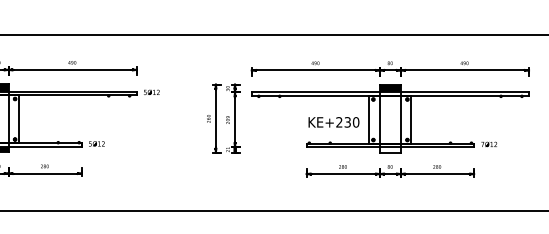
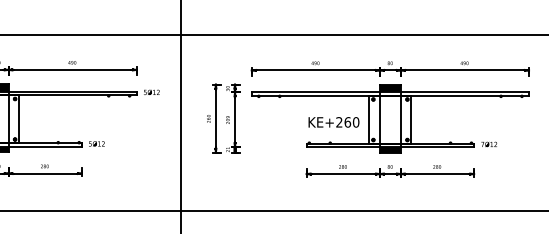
line at (181, 116): none -> present
text at (347, 122): KE+230 -> KE+260
fill at (389, 149): none -> present
